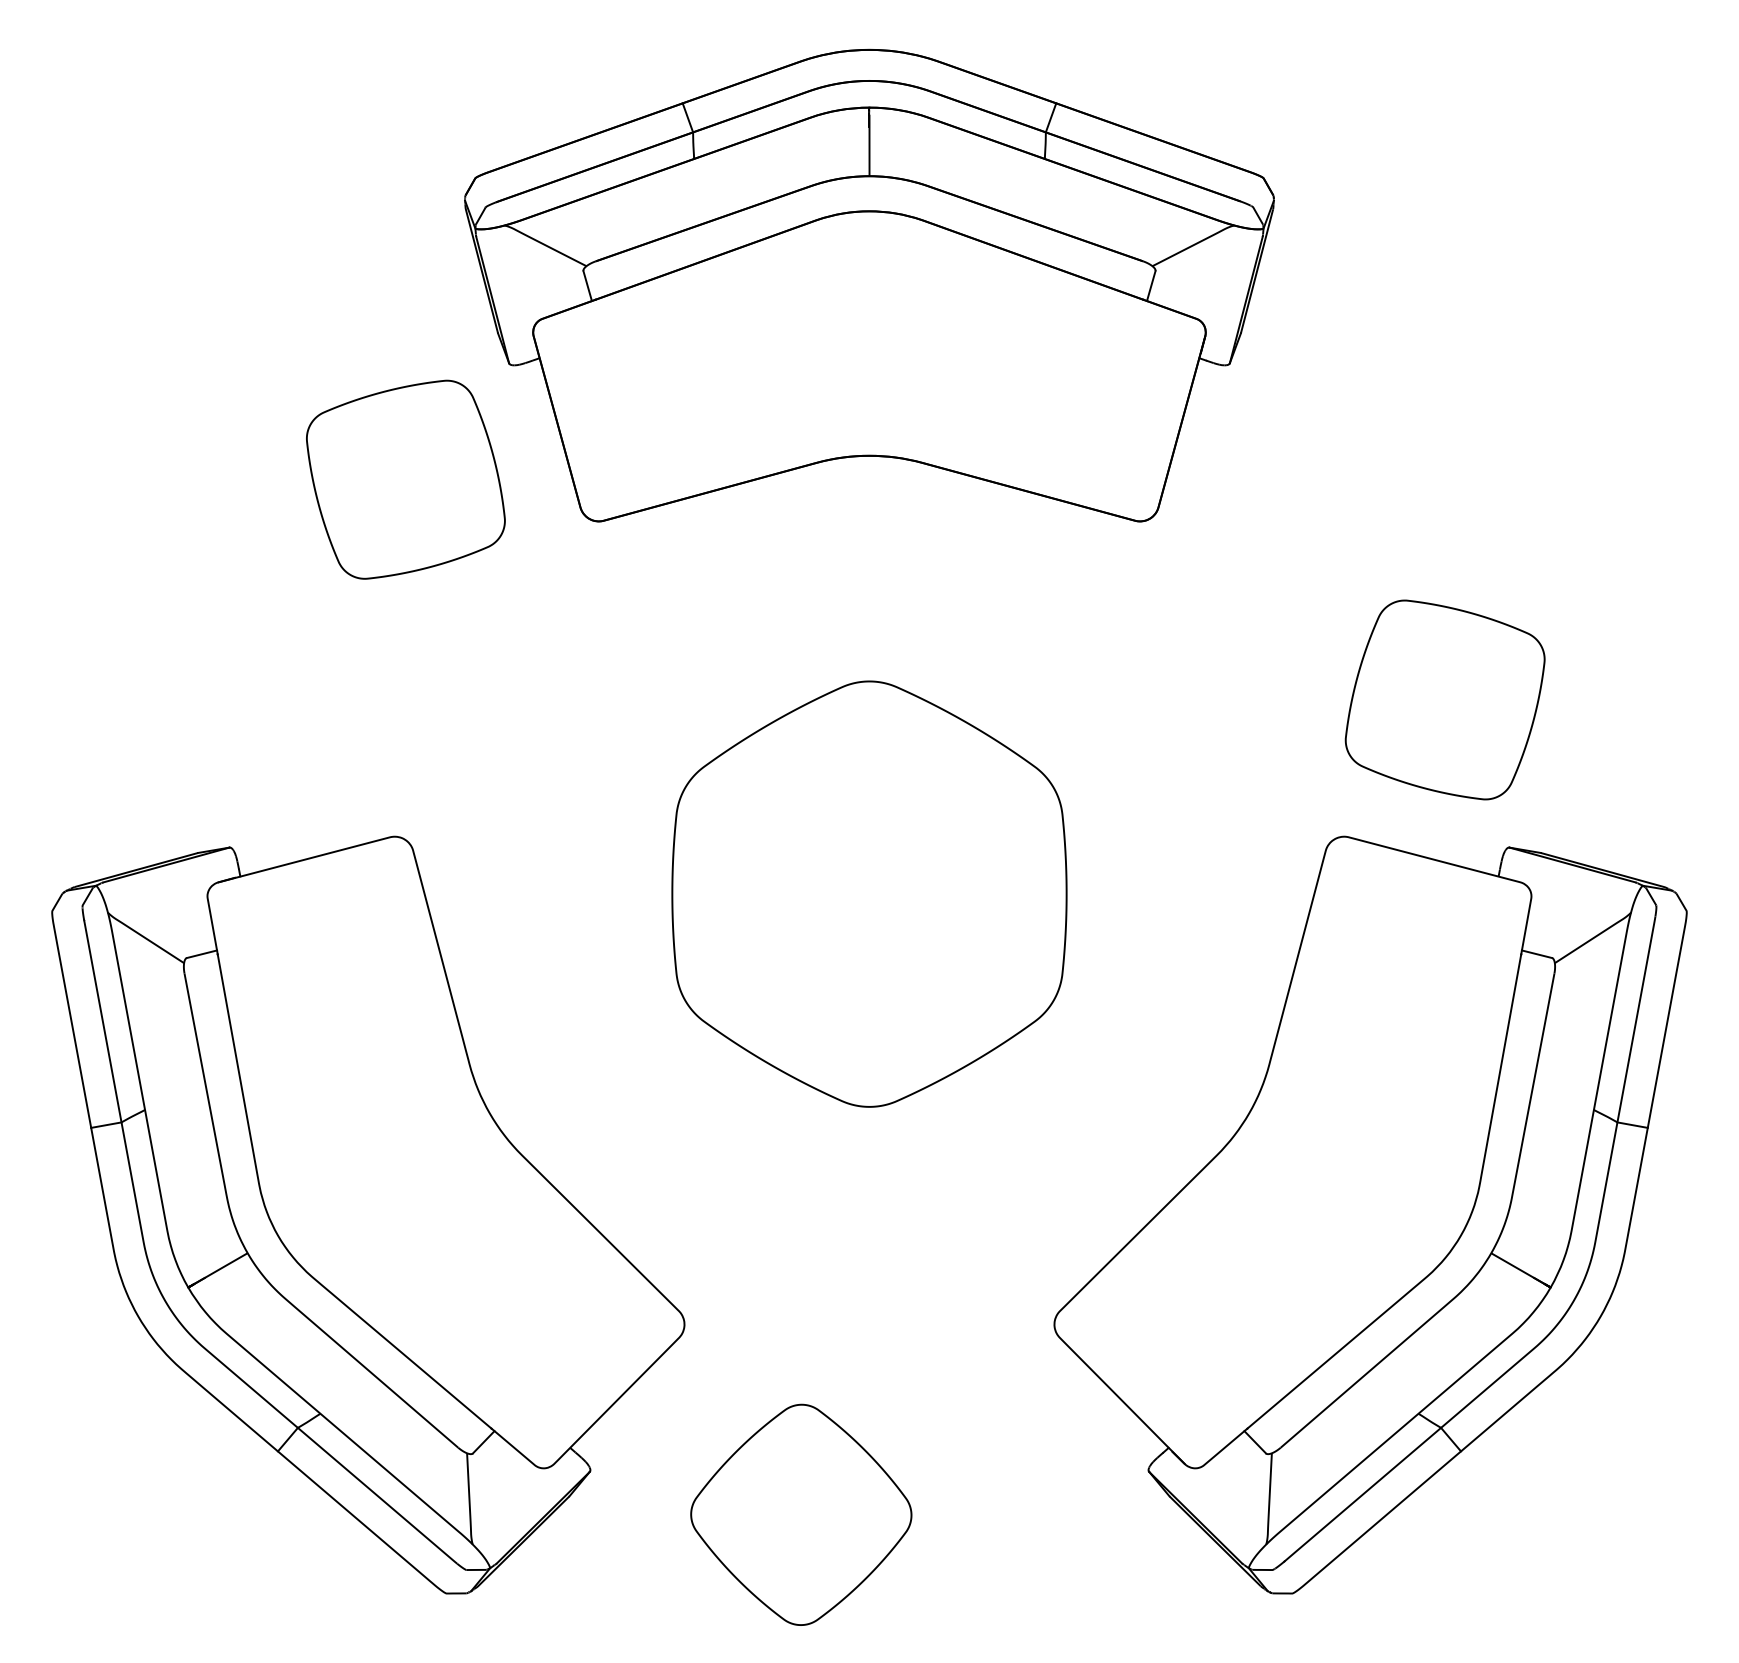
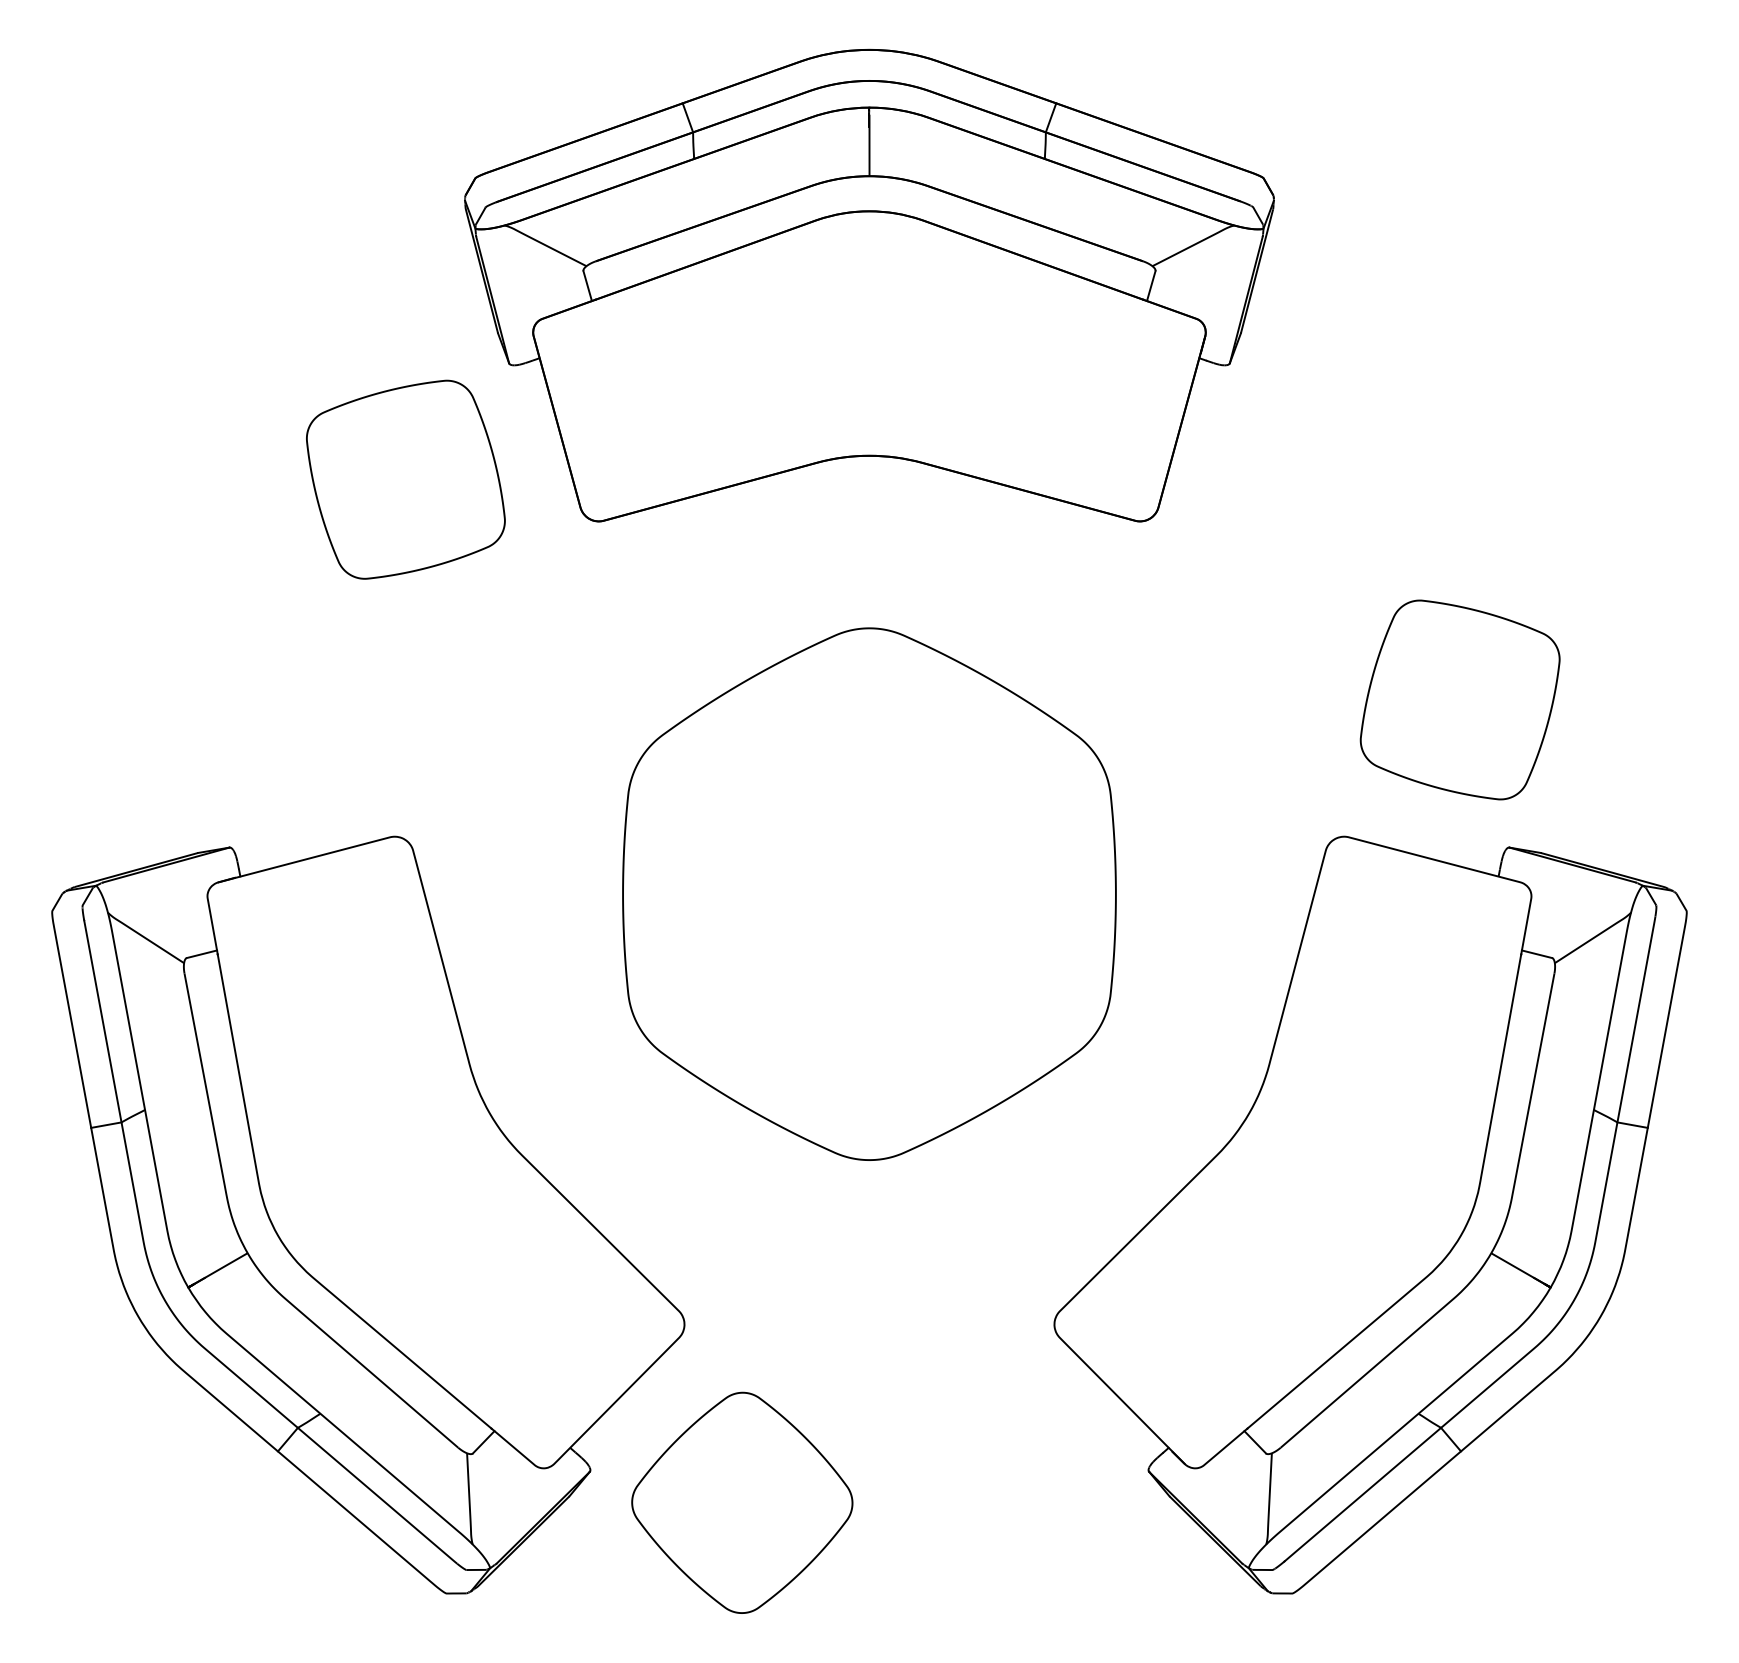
part at (1444, 699) position: (1444, 699) -> (1459, 699)
part at (869, 893) size: 397x428 px -> 495x534 px
part at (801, 1514) position: (801, 1514) -> (742, 1502)
